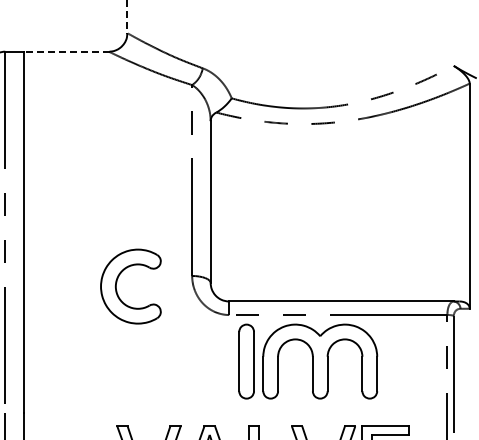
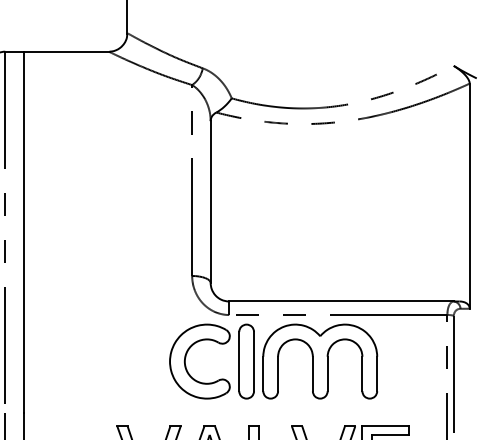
line at (127, 17): dashed -> solid
line at (66, 51): dashed -> solid
part at (117, 282) position: (117, 282) -> (186, 357)
